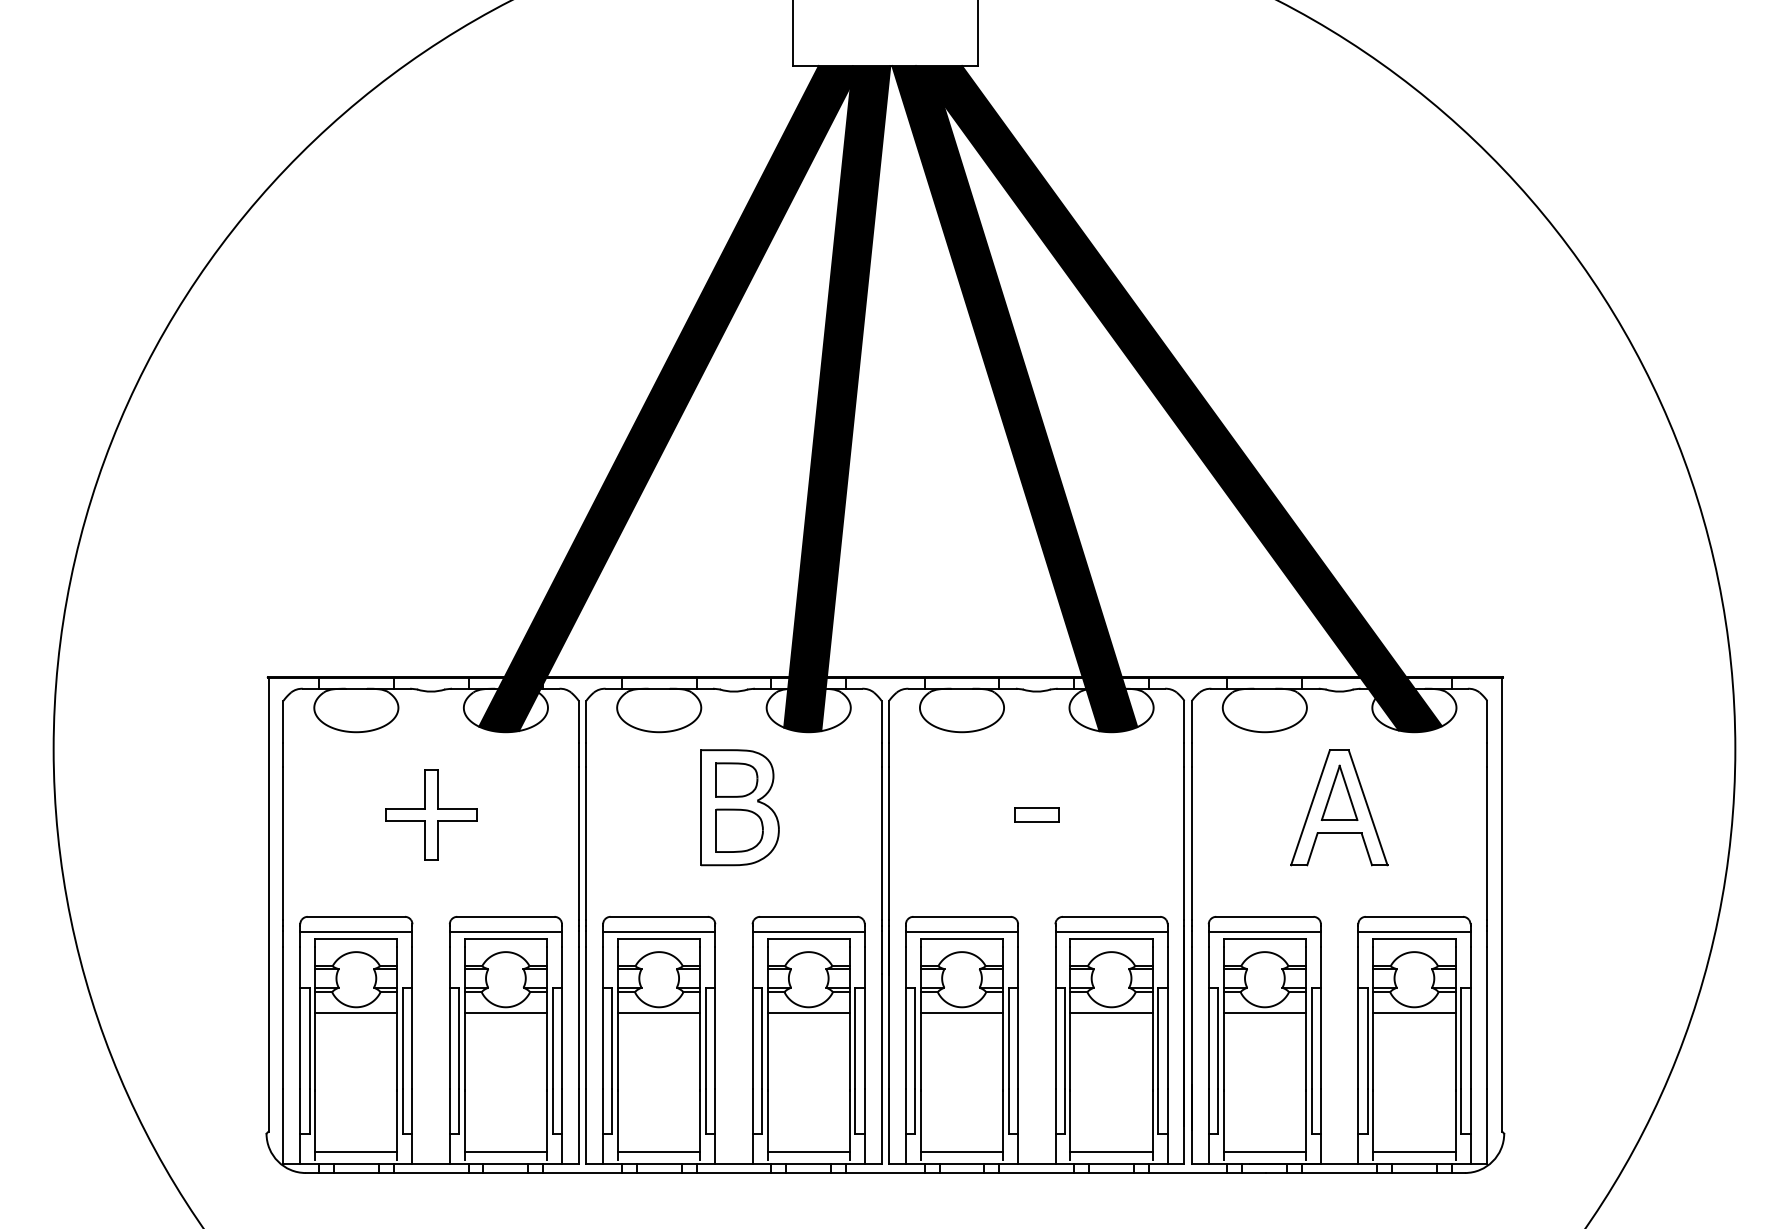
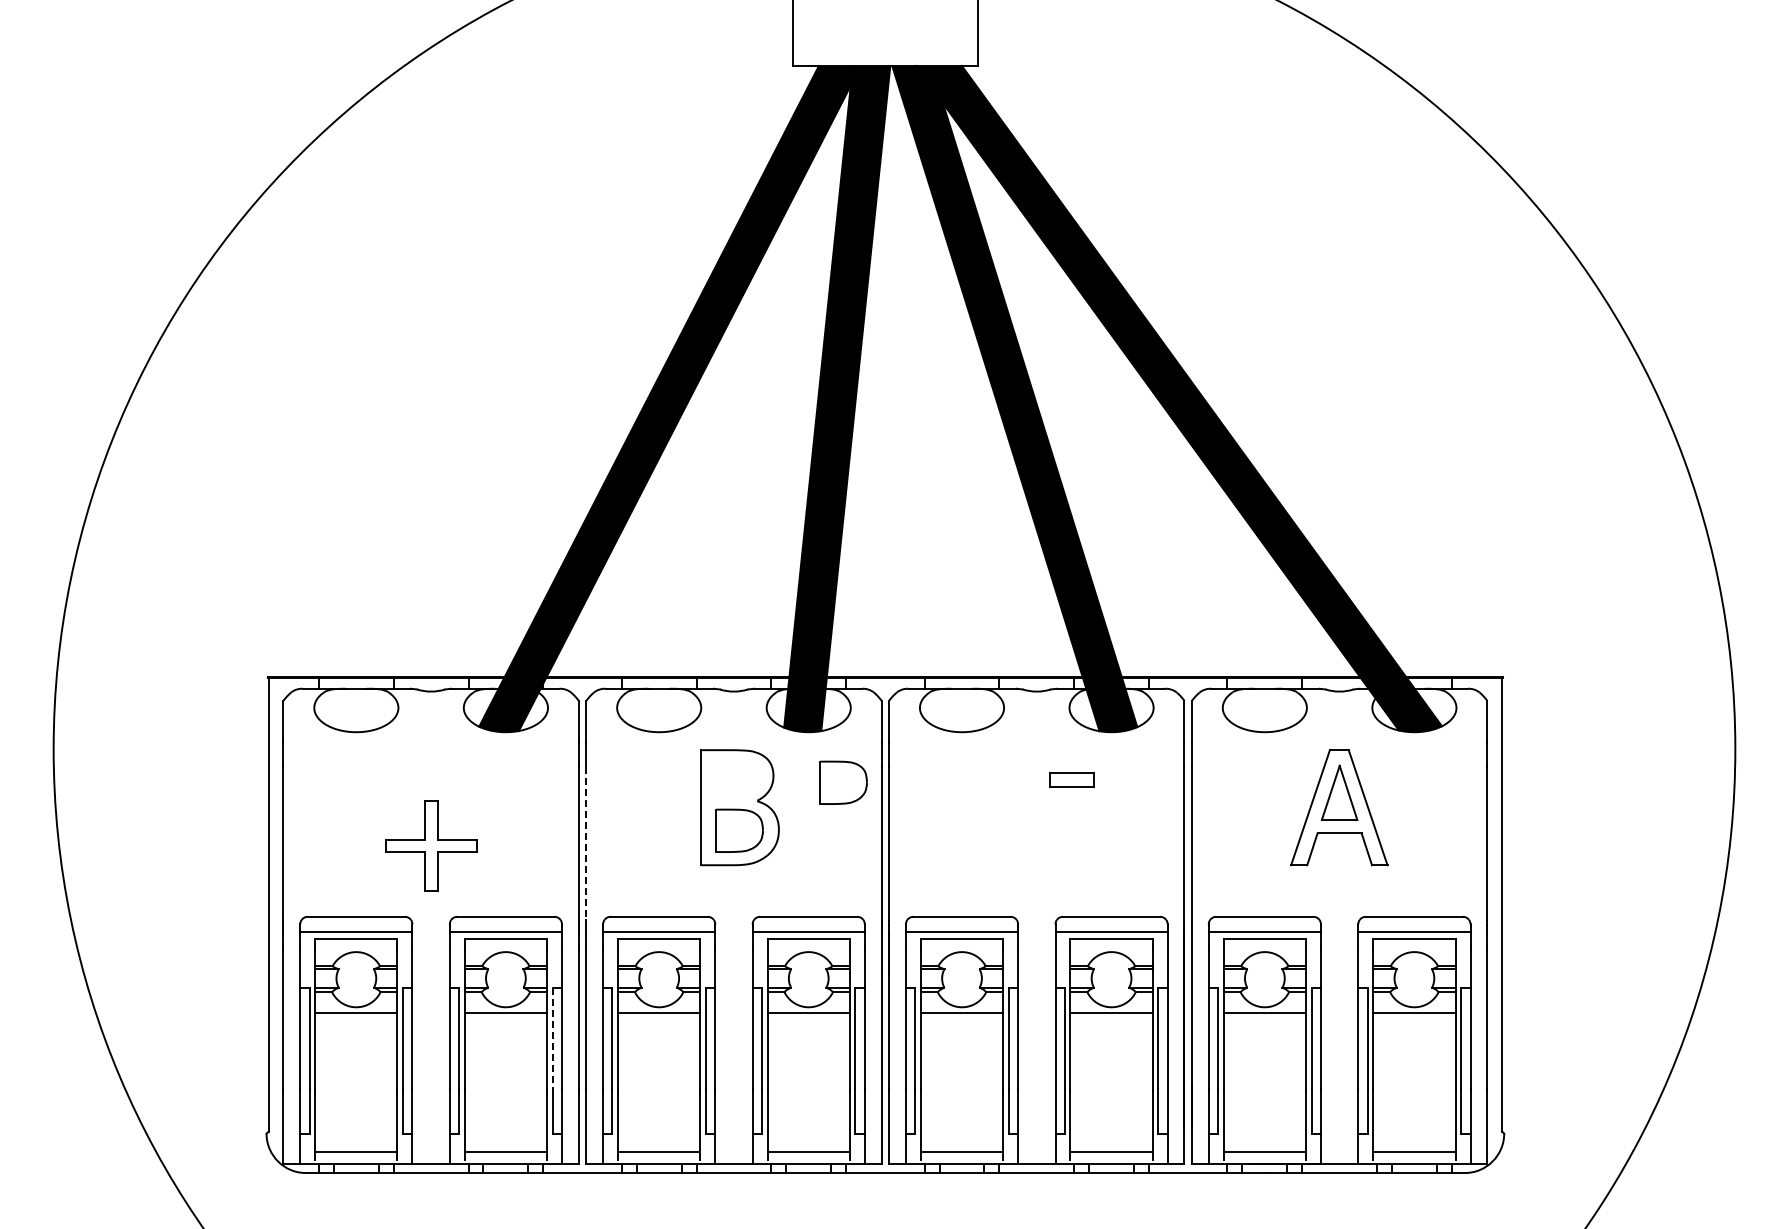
part at (736, 779): present -> none
part at (843, 782): none -> present
part at (431, 814) position: (431, 814) -> (431, 845)
part at (1036, 814) position: (1036, 814) -> (1071, 779)
line at (586, 844): solid -> dashed
line at (552, 1038): solid -> dashed
